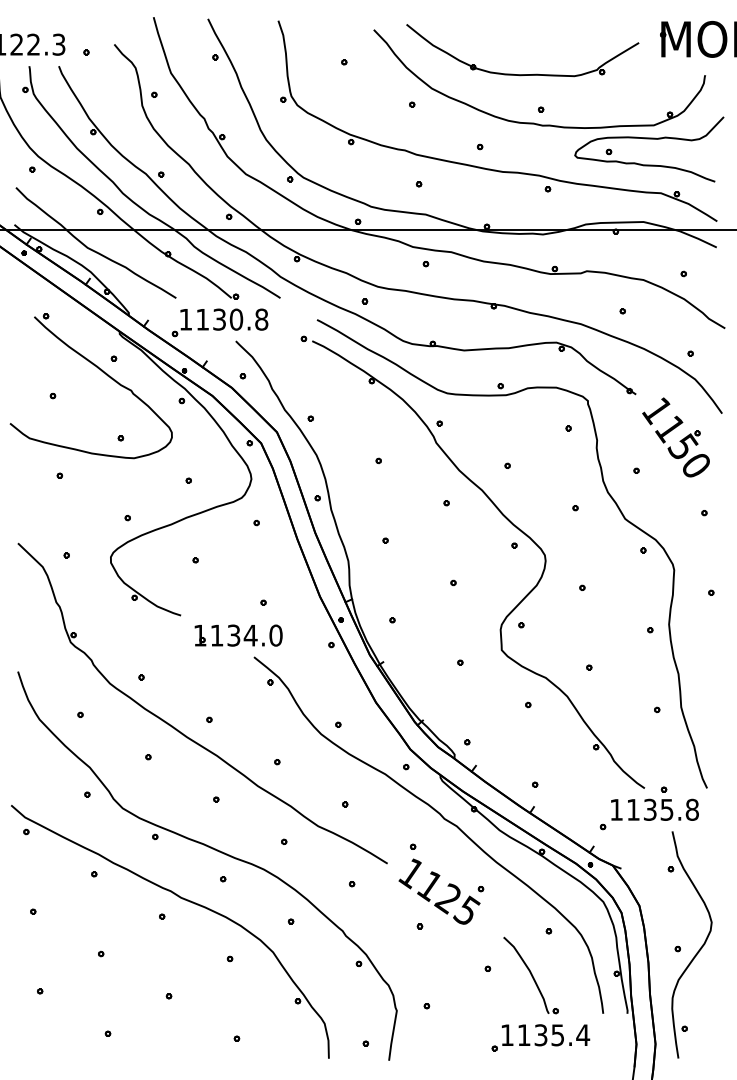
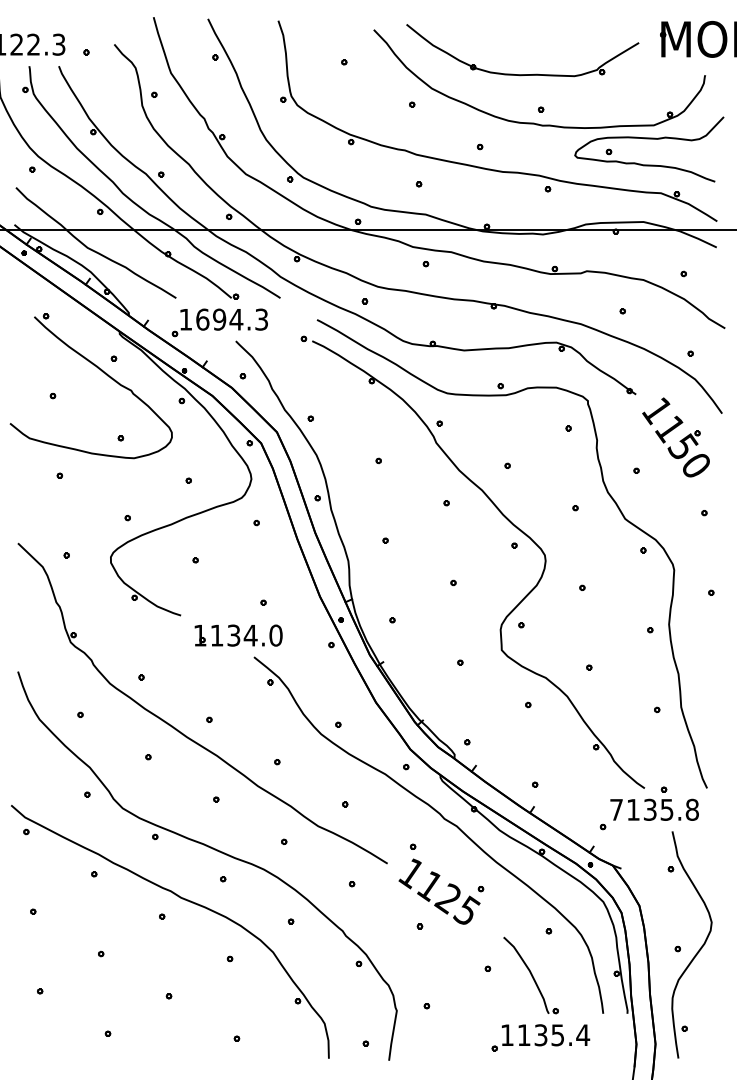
text at (232, 319): 1130.8 -> 1694.3
text at (616, 809): 1135.8 -> 7135.8
